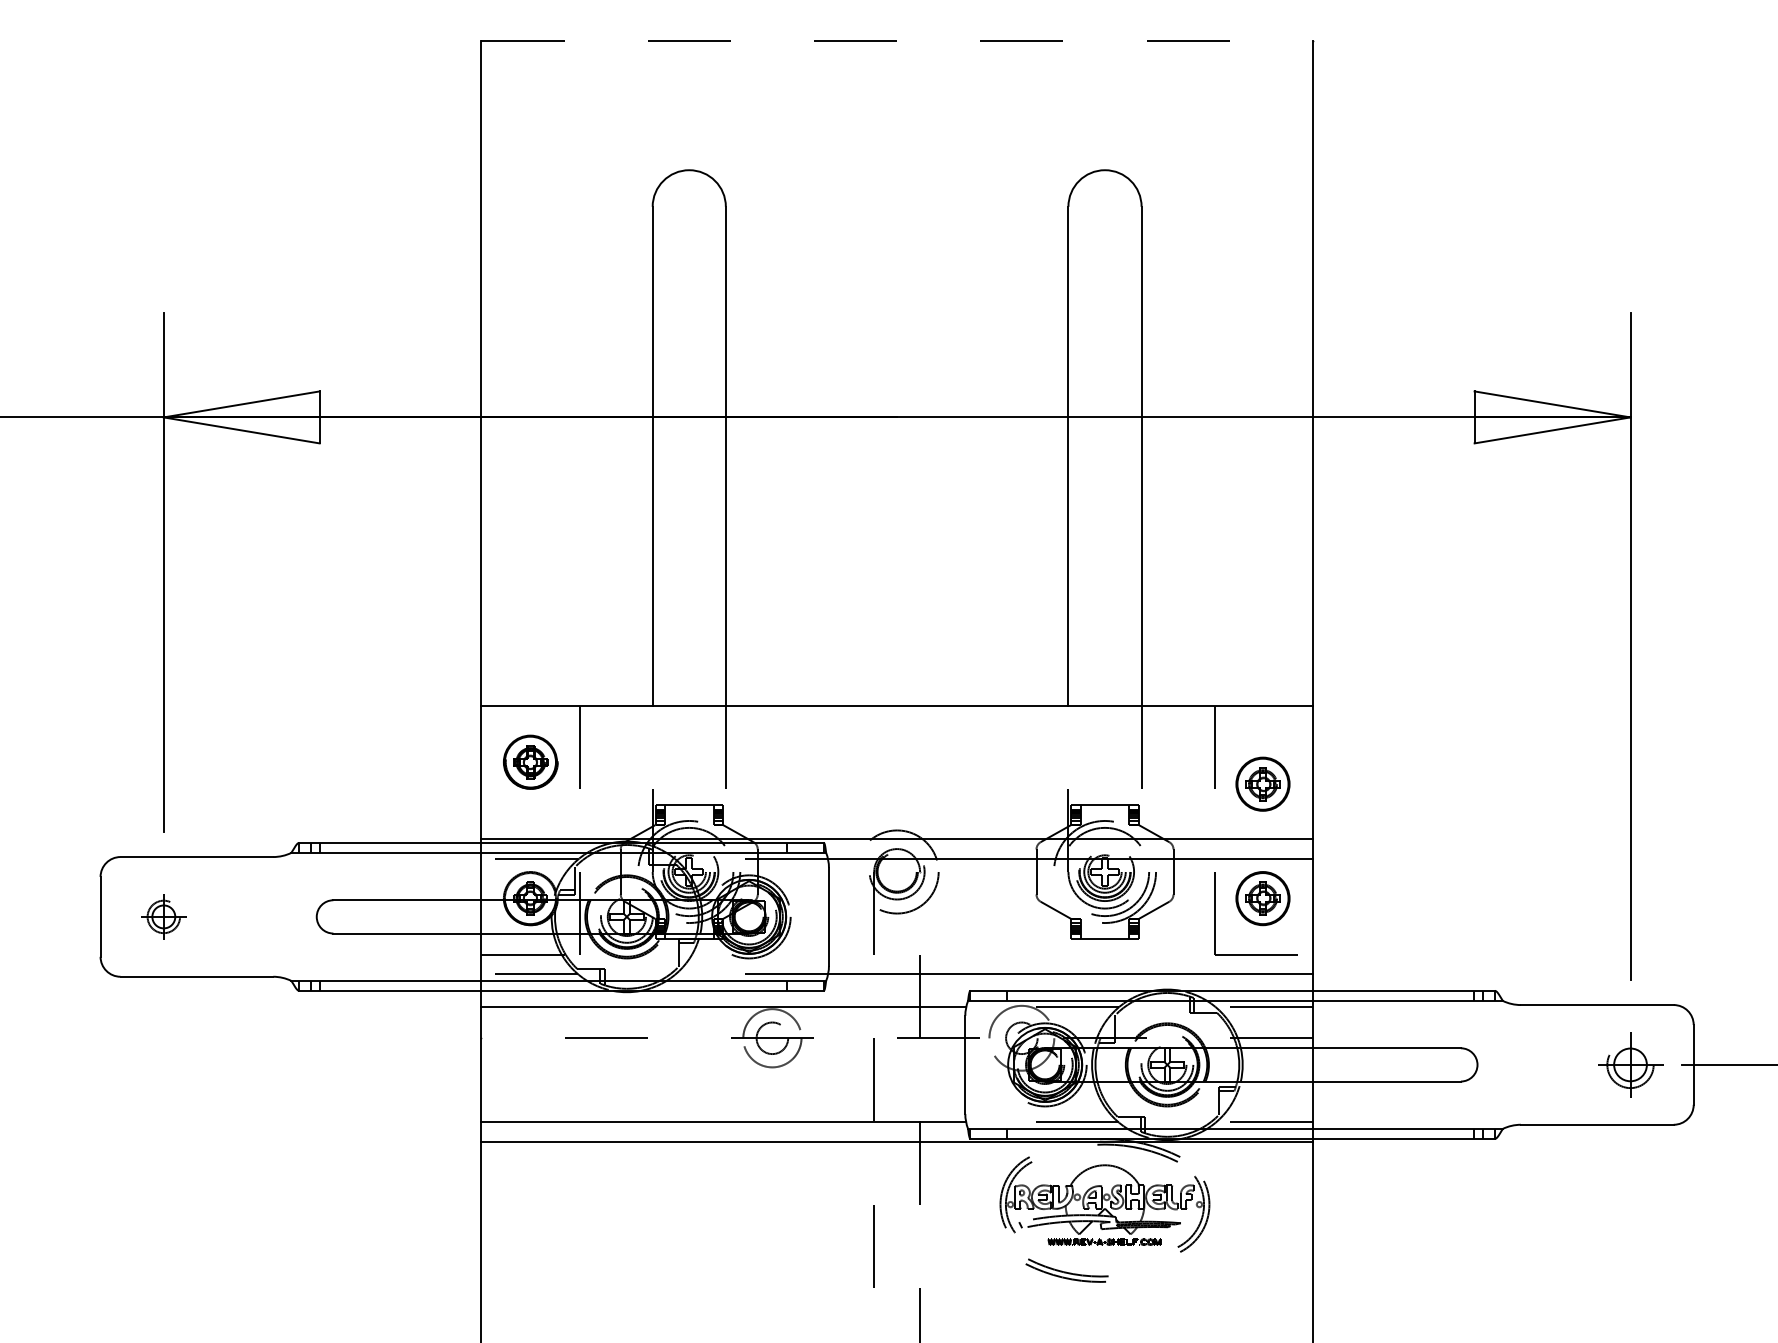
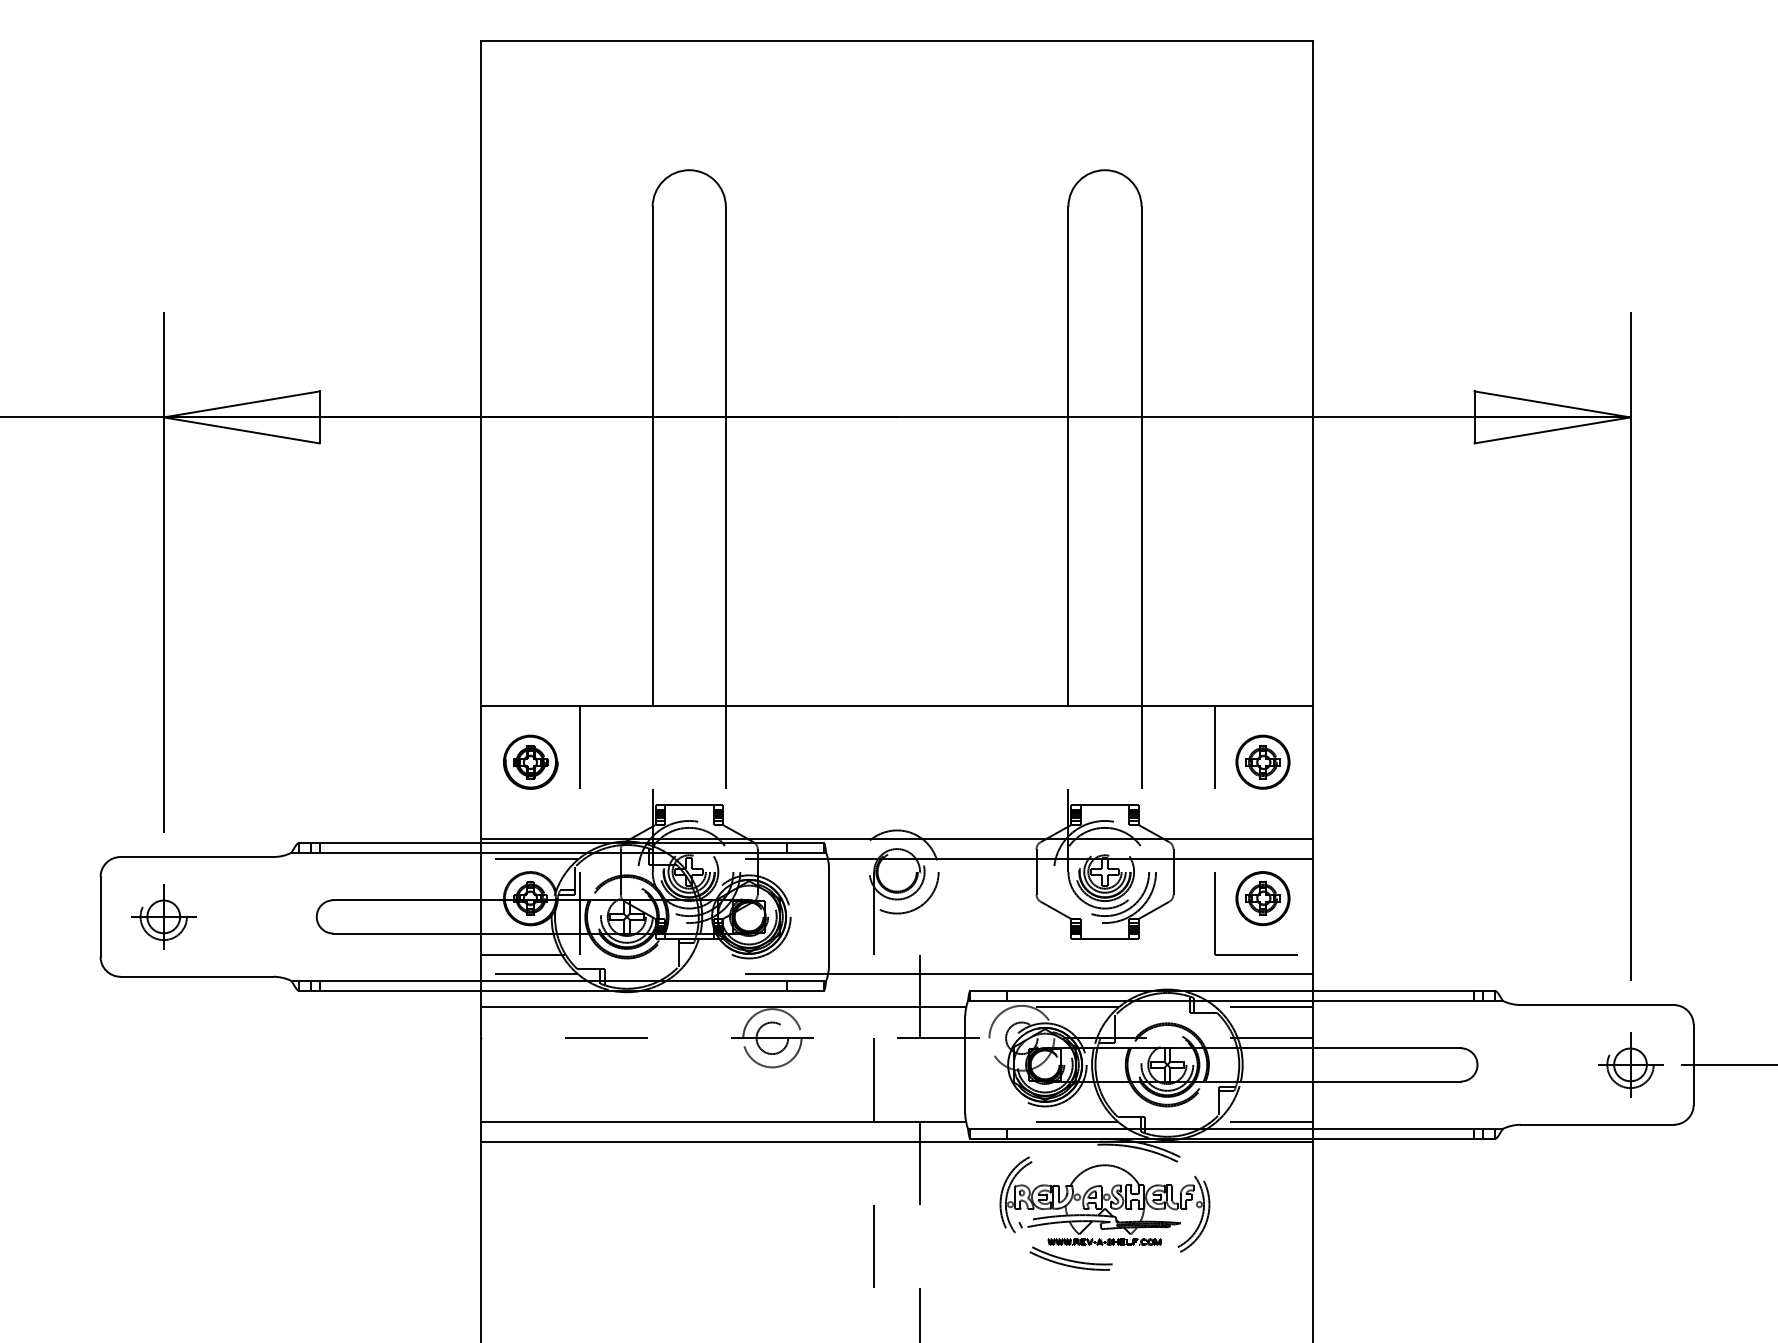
line at (897, 40): dashed -> solid
part at (1262, 783) position: (1262, 783) -> (1262, 761)
part at (163, 916) size: 46x46 px -> 66x66 px
part at (1066, 1270) position: (1066, 1270) -> (1070, 1258)
